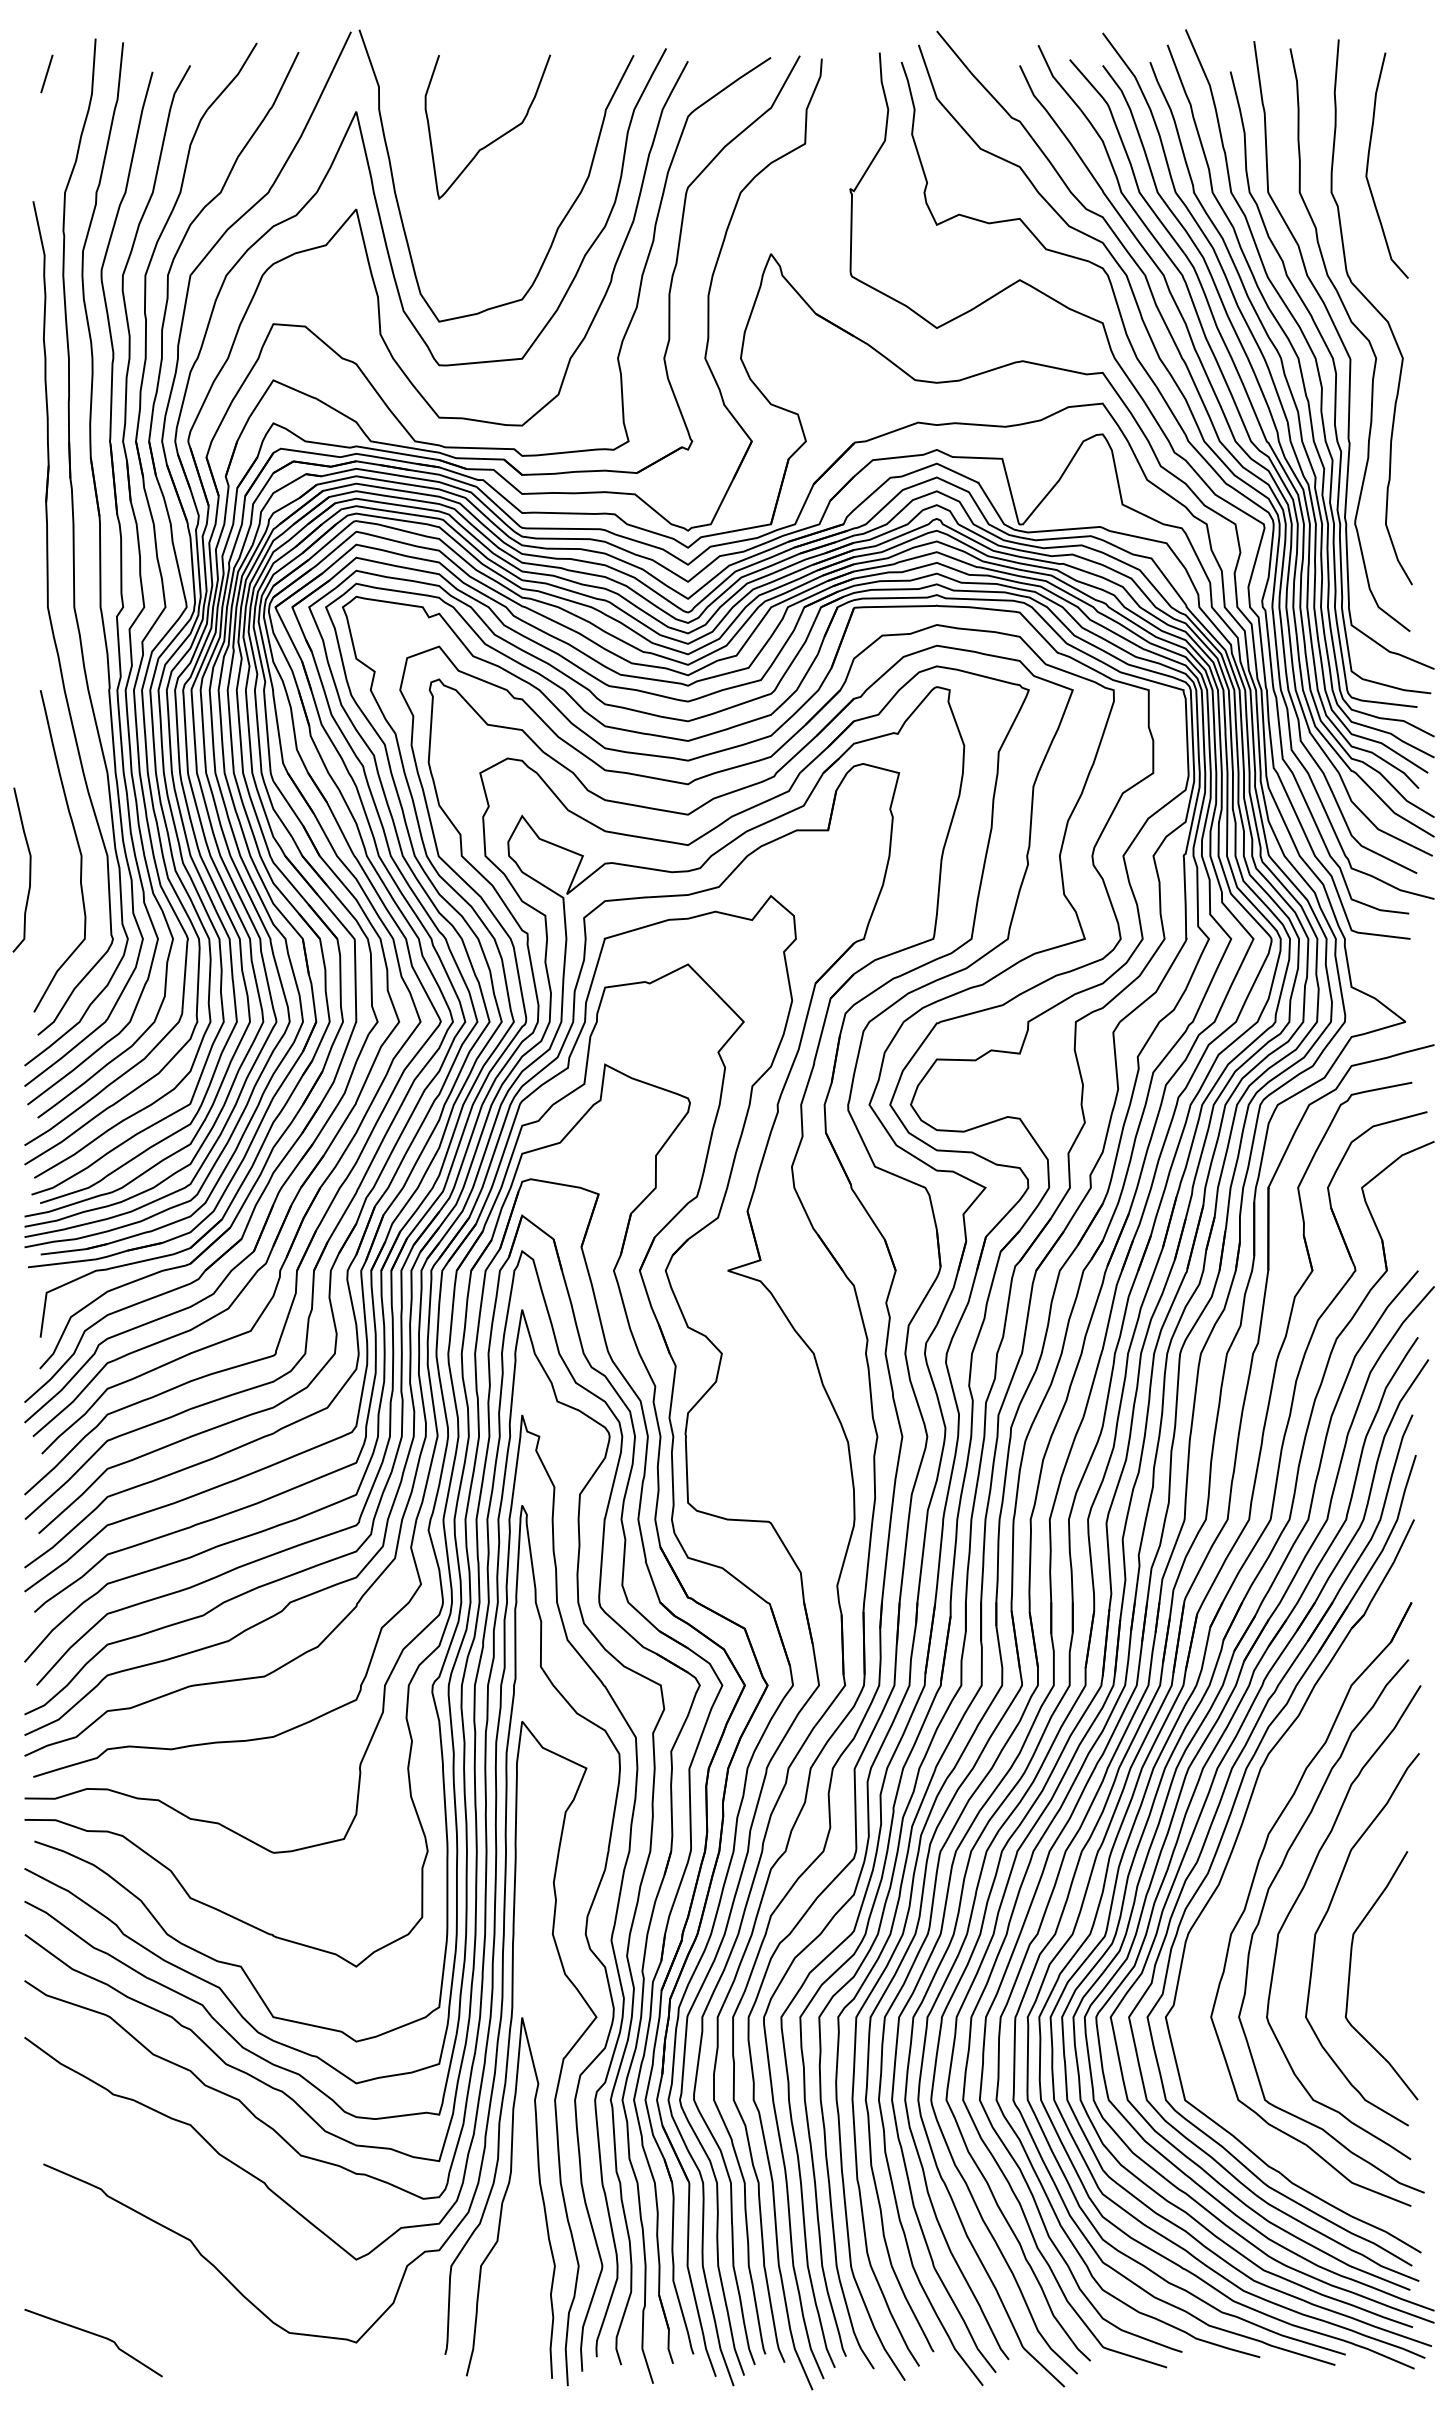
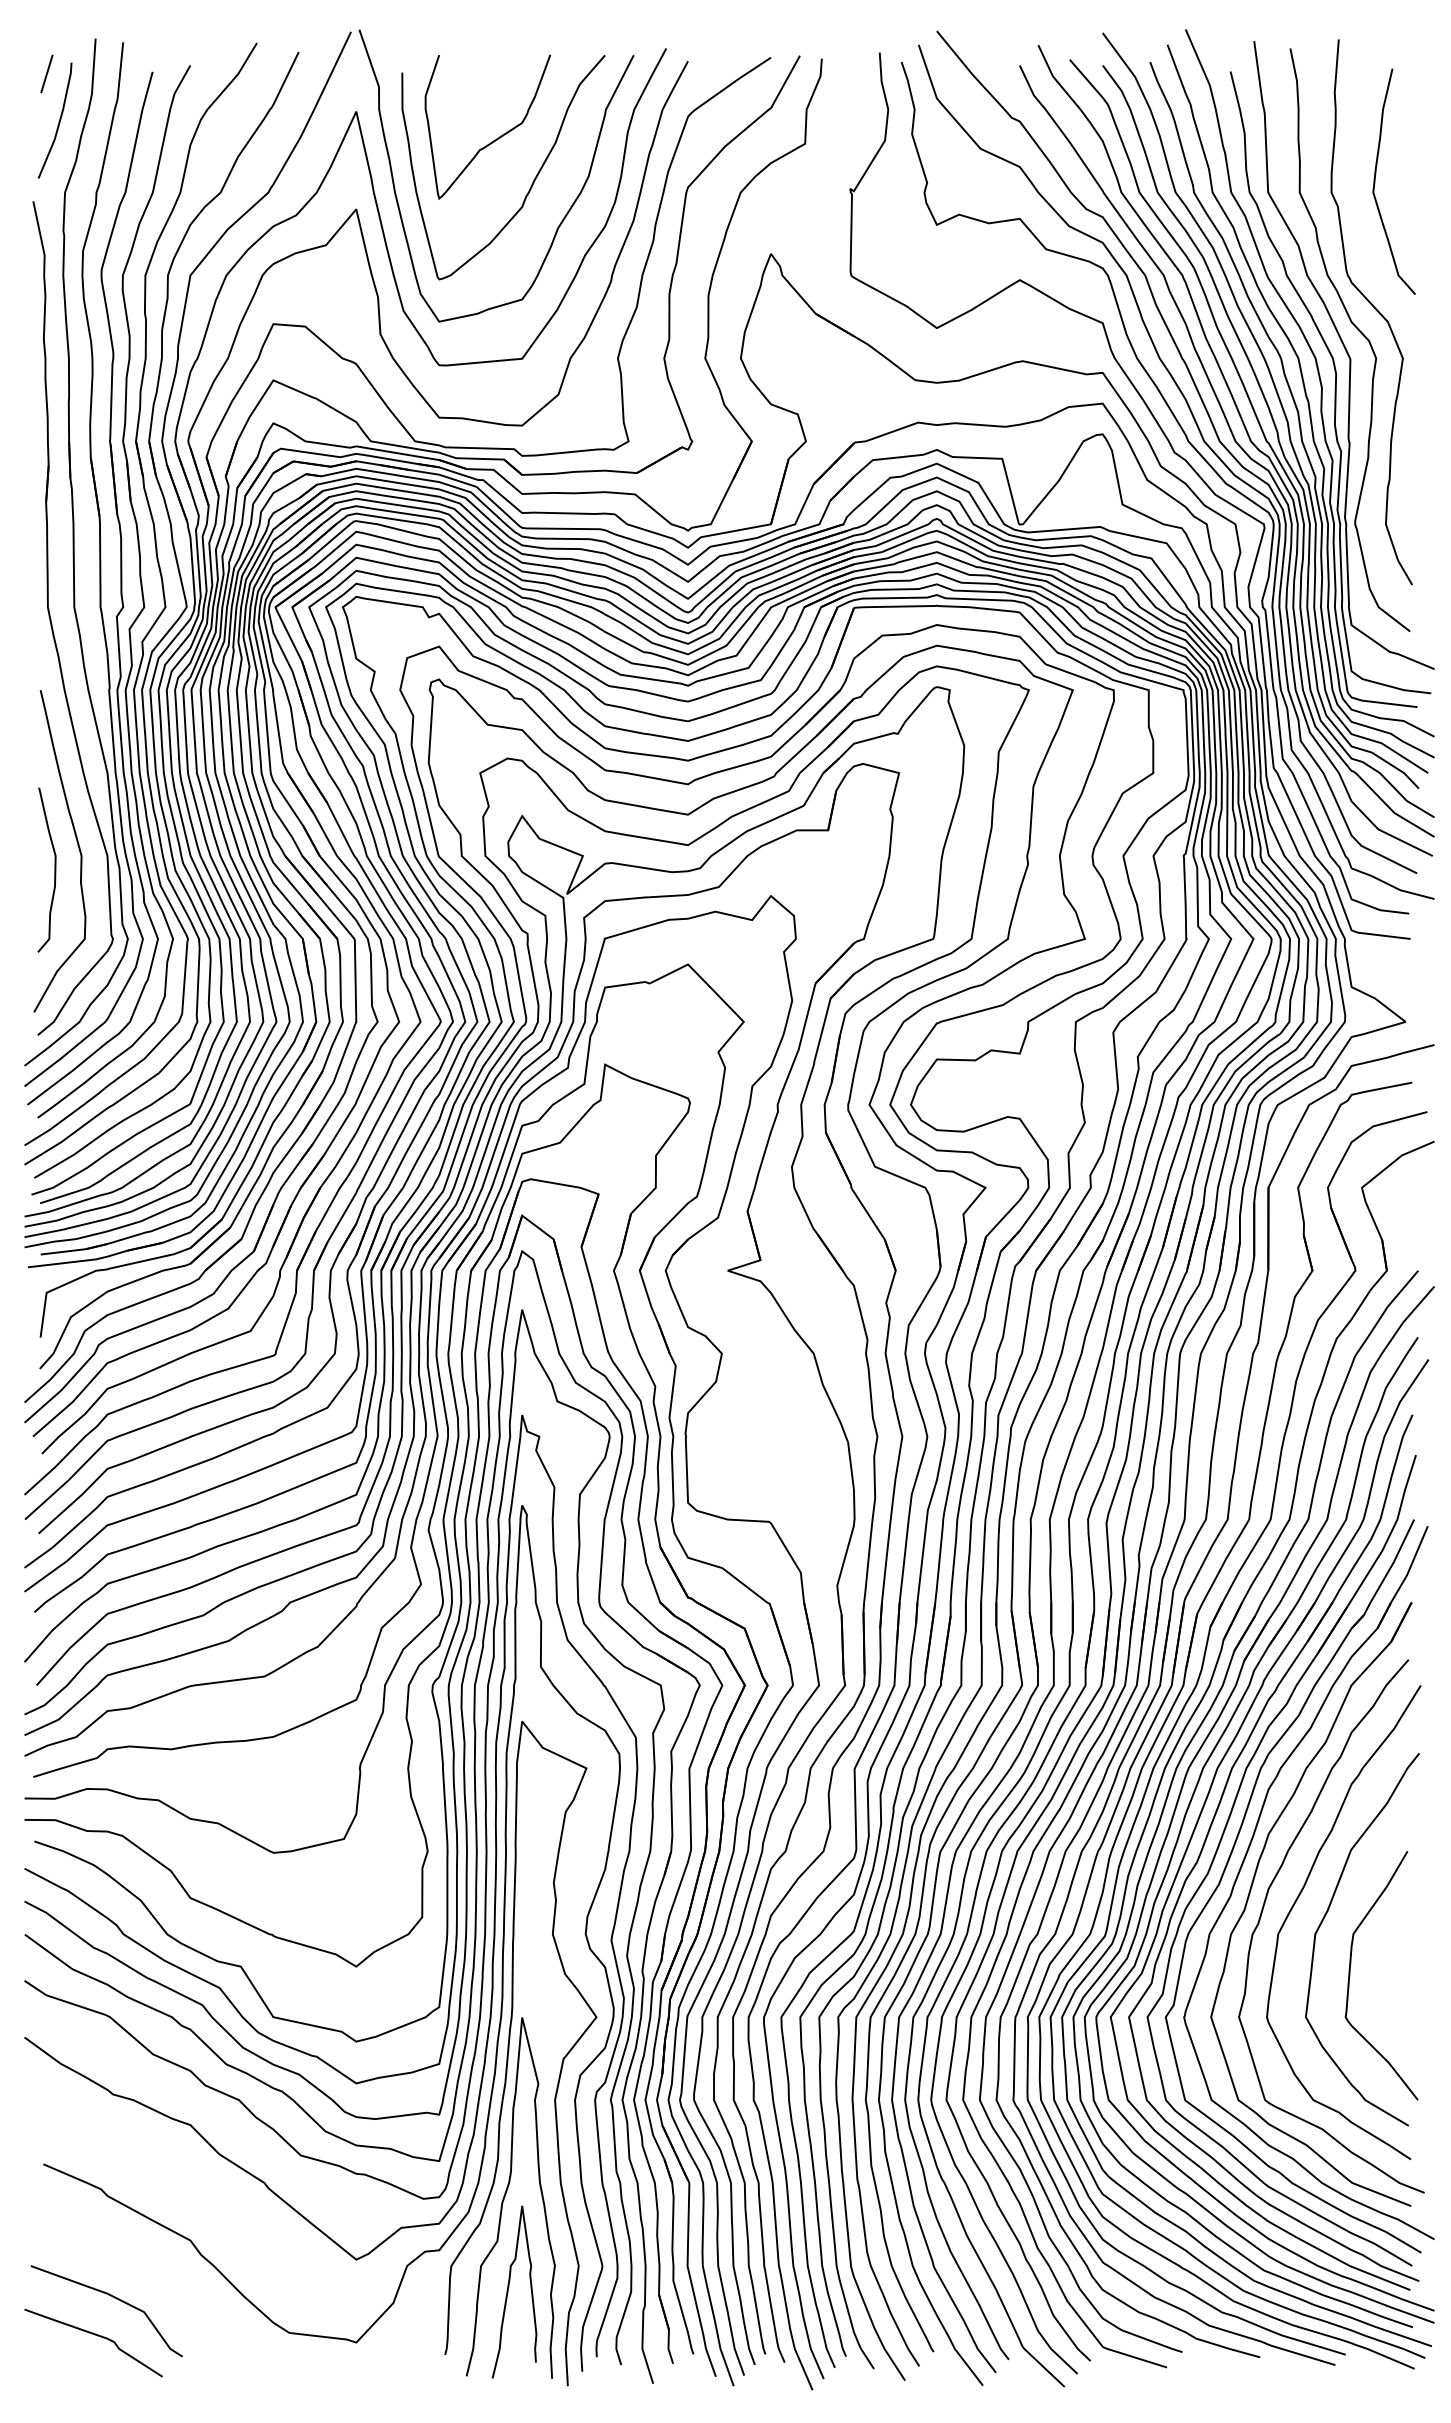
line at (58, 121): none -> present
curve at (1368, 165) position: (1368, 165) -> (1375, 181)
curve at (532, 182): none -> present
curve at (29, 869) position: (29, 869) -> (54, 869)
part at (1245, 1859): none -> present
curve at (508, 2291): none -> present
curve at (112, 2297): none -> present
